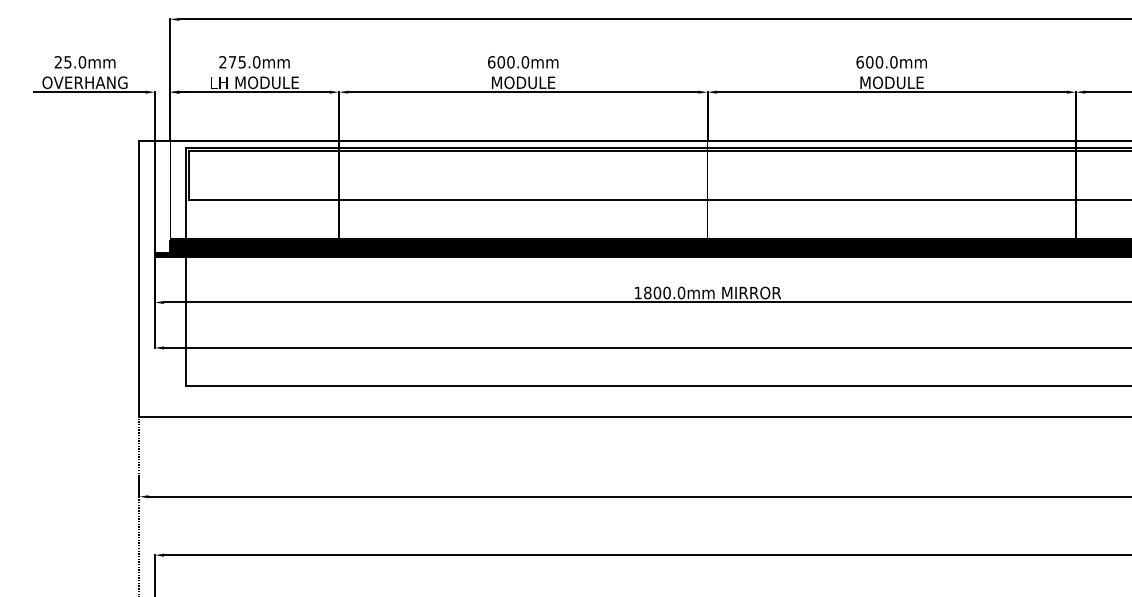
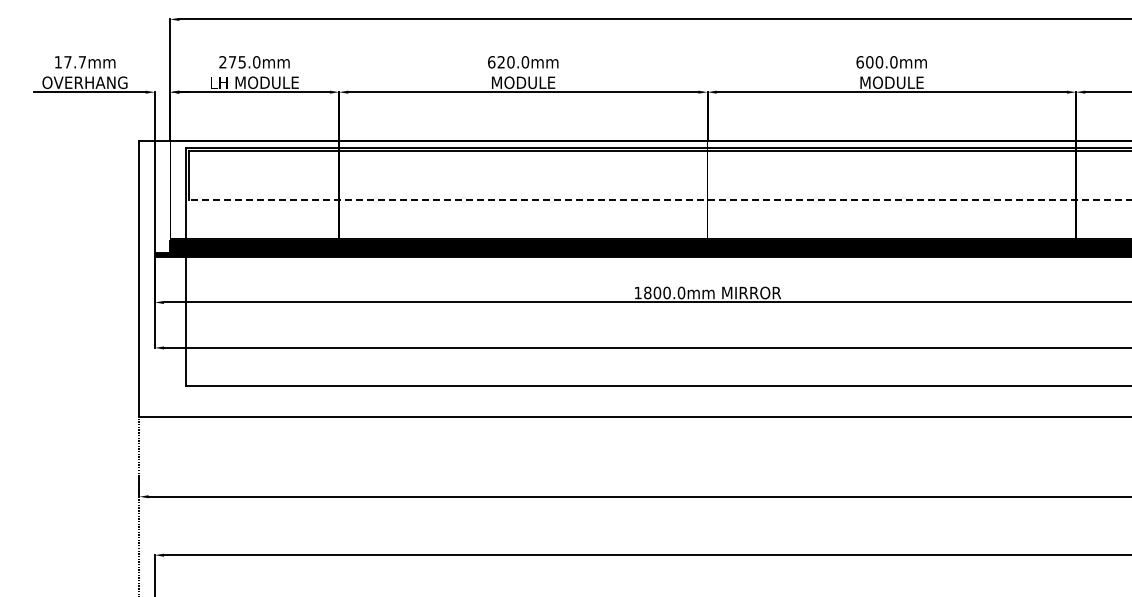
text at (70, 62): 25.0mm -> 17.7mm
text at (501, 62): 600.0mm -> 620.0mm
line at (659, 200): solid -> dashed
